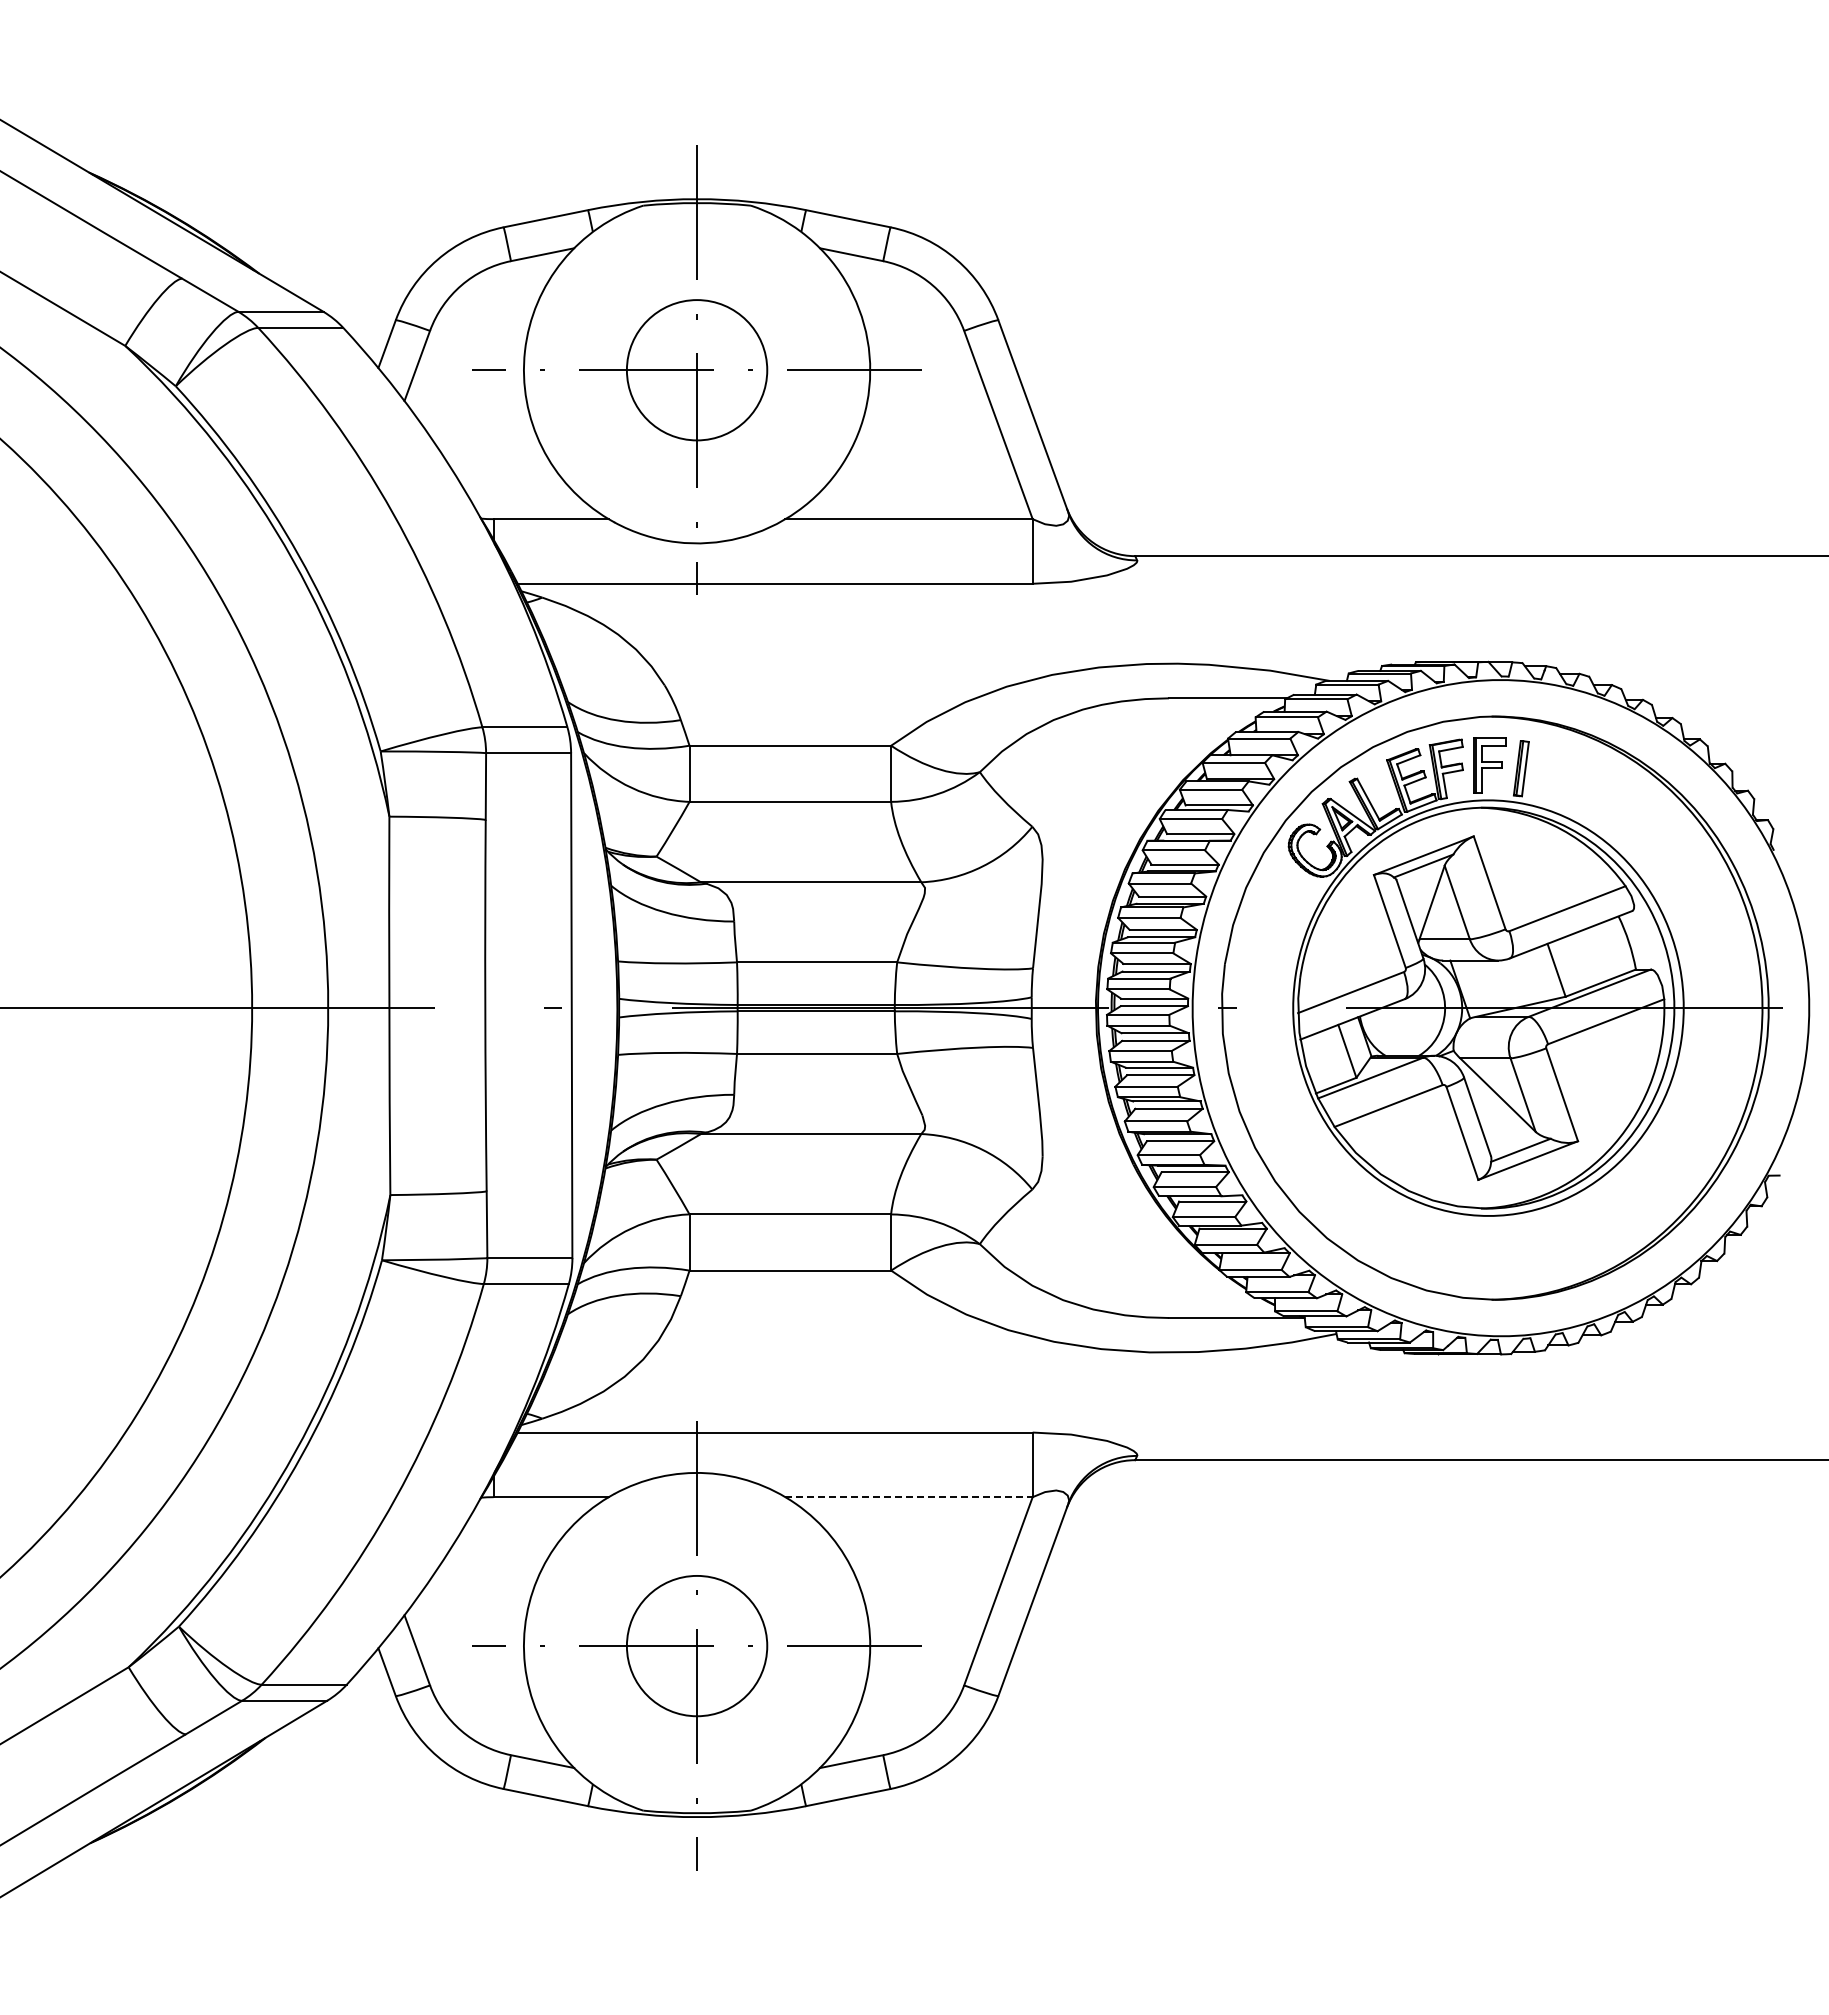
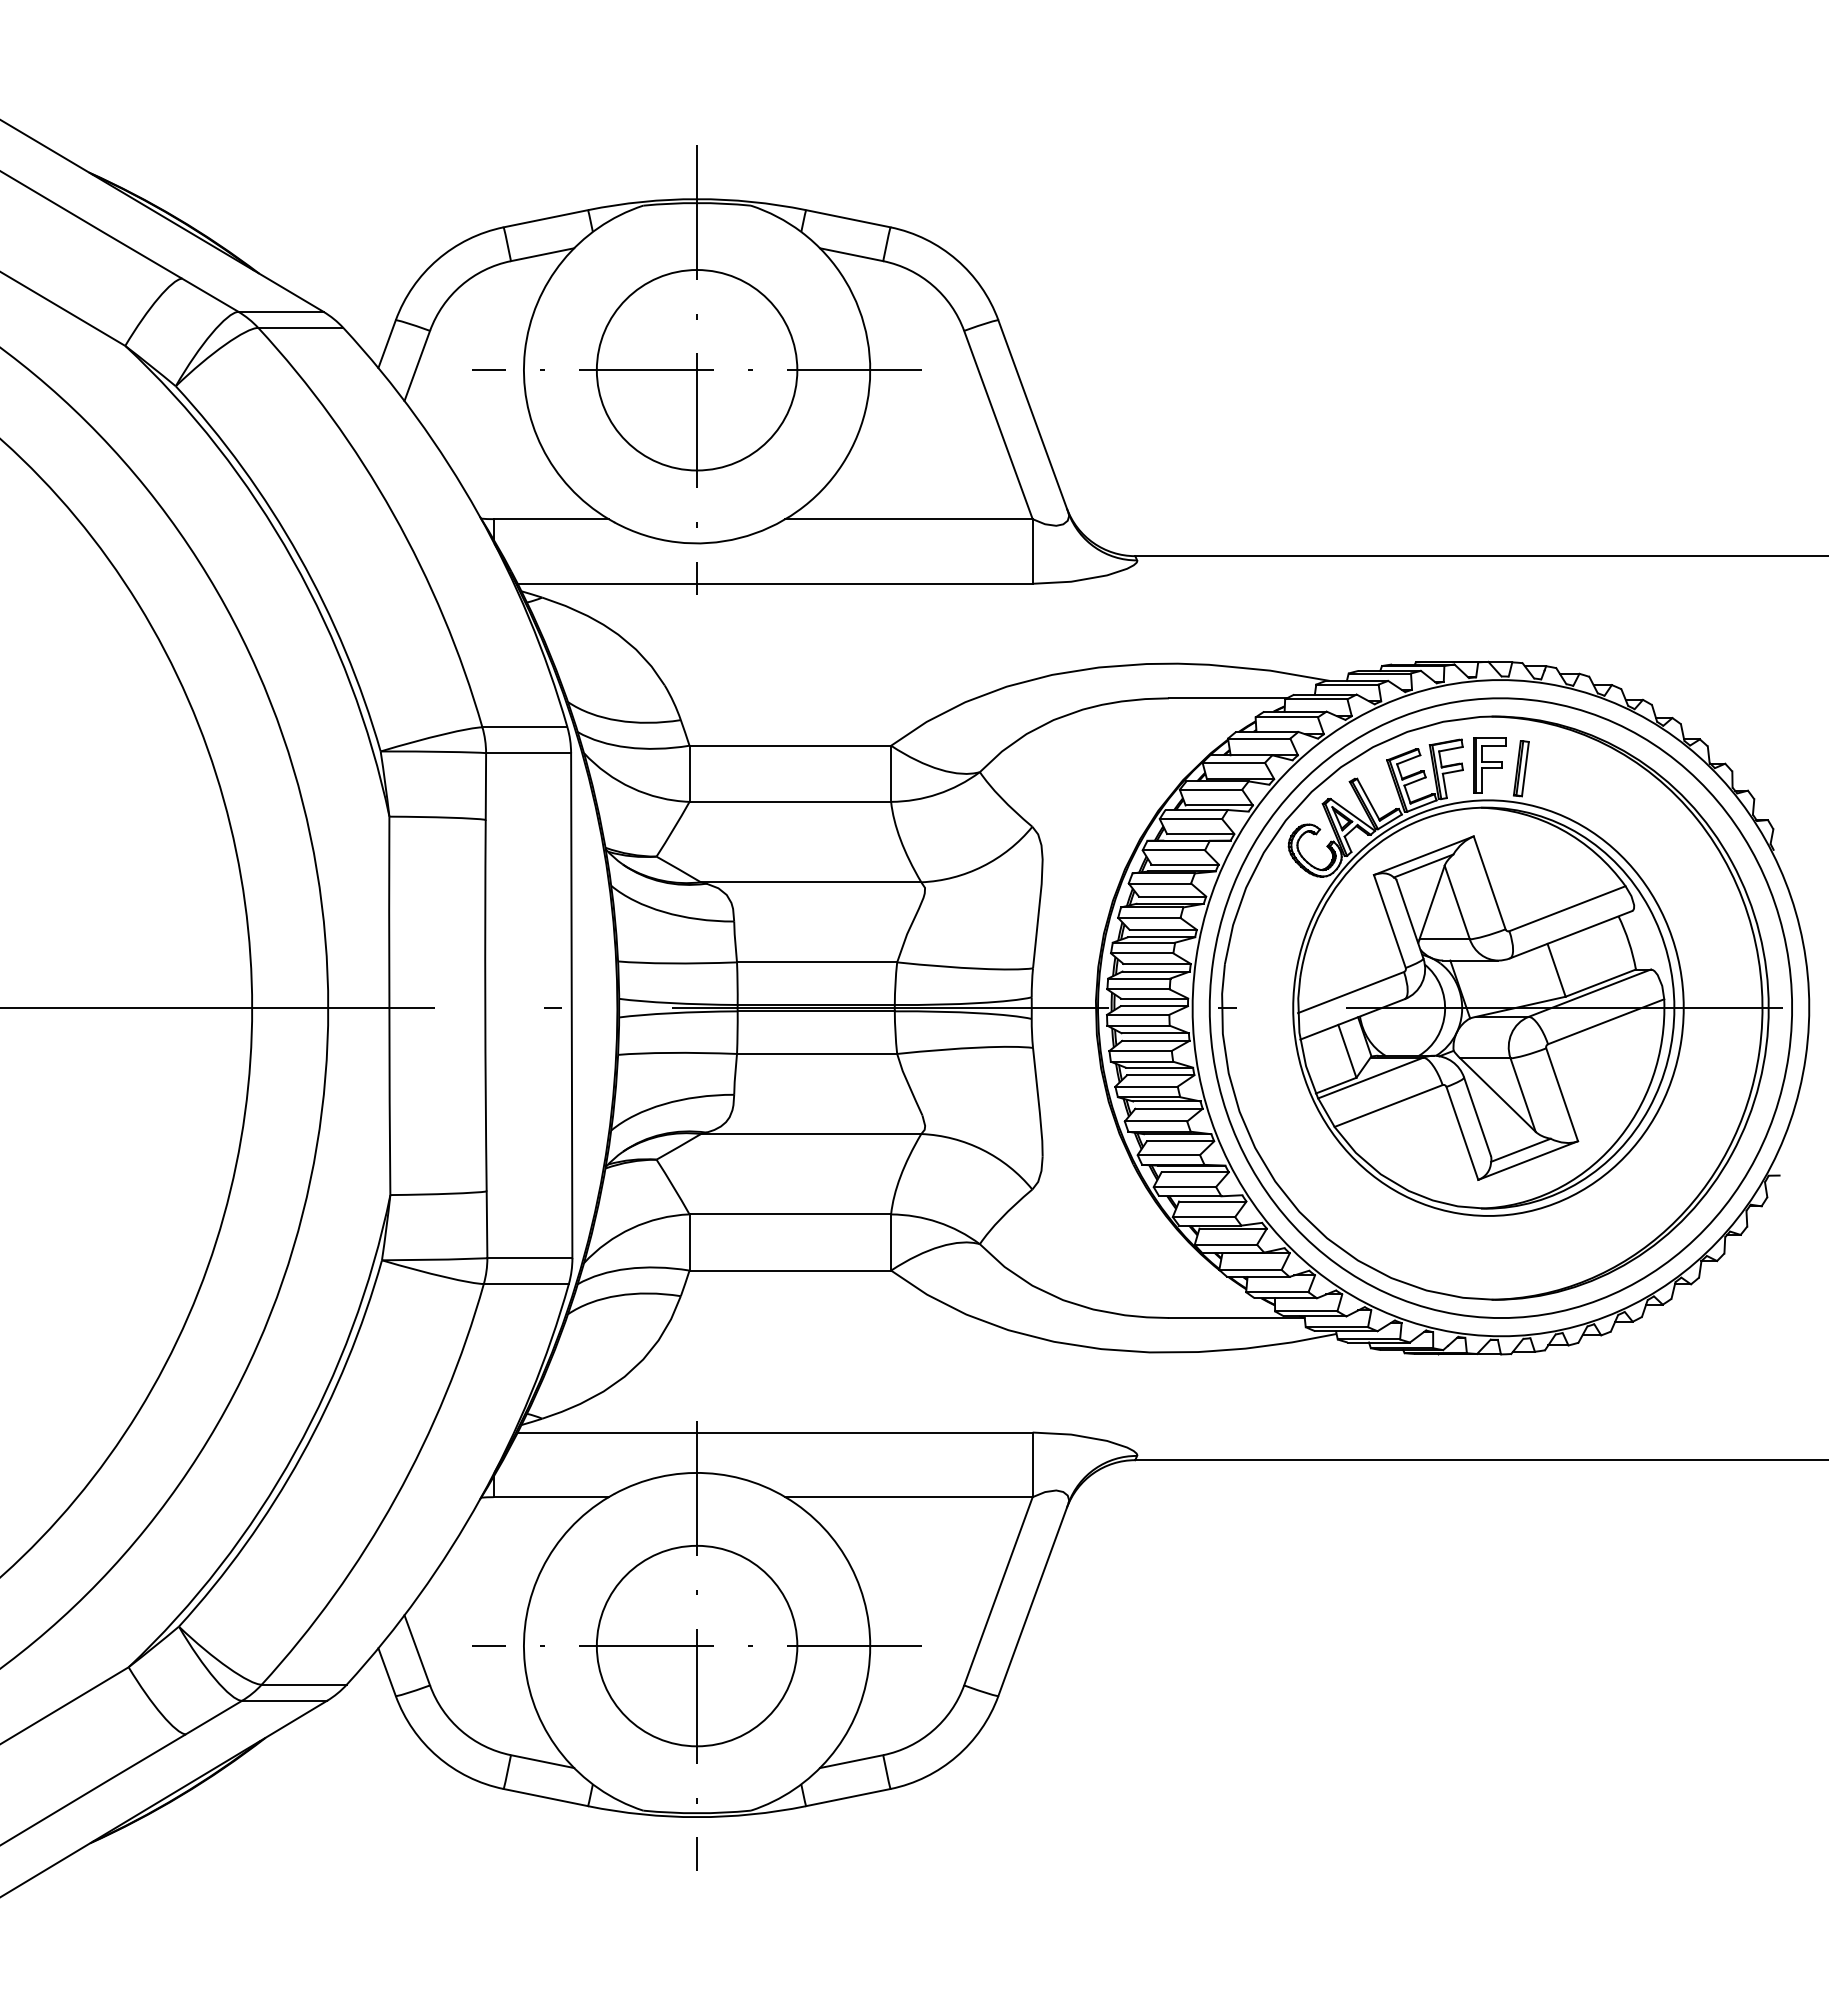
circle at (696, 370) diameter: 140 px -> 200 px
part at (1500, 1007): none -> present
line at (909, 1497): dashed -> solid
circle at (696, 1645) diameter: 140 px -> 200 px
